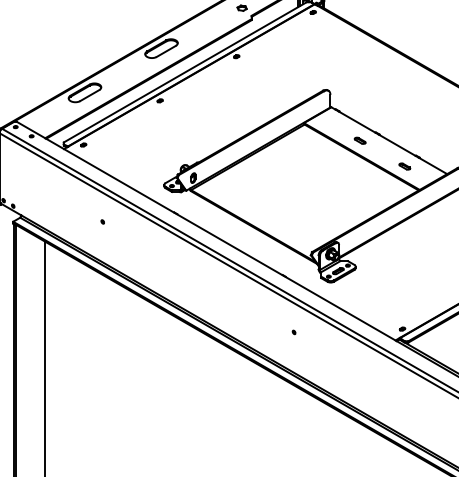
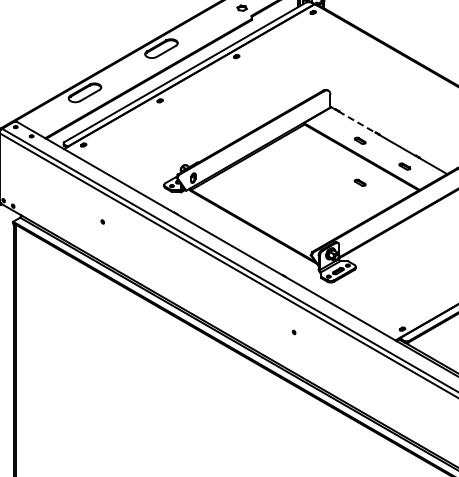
line at (357, 122): solid -> dashed
part at (359, 182): none -> present
line at (45, 357): present -> none
